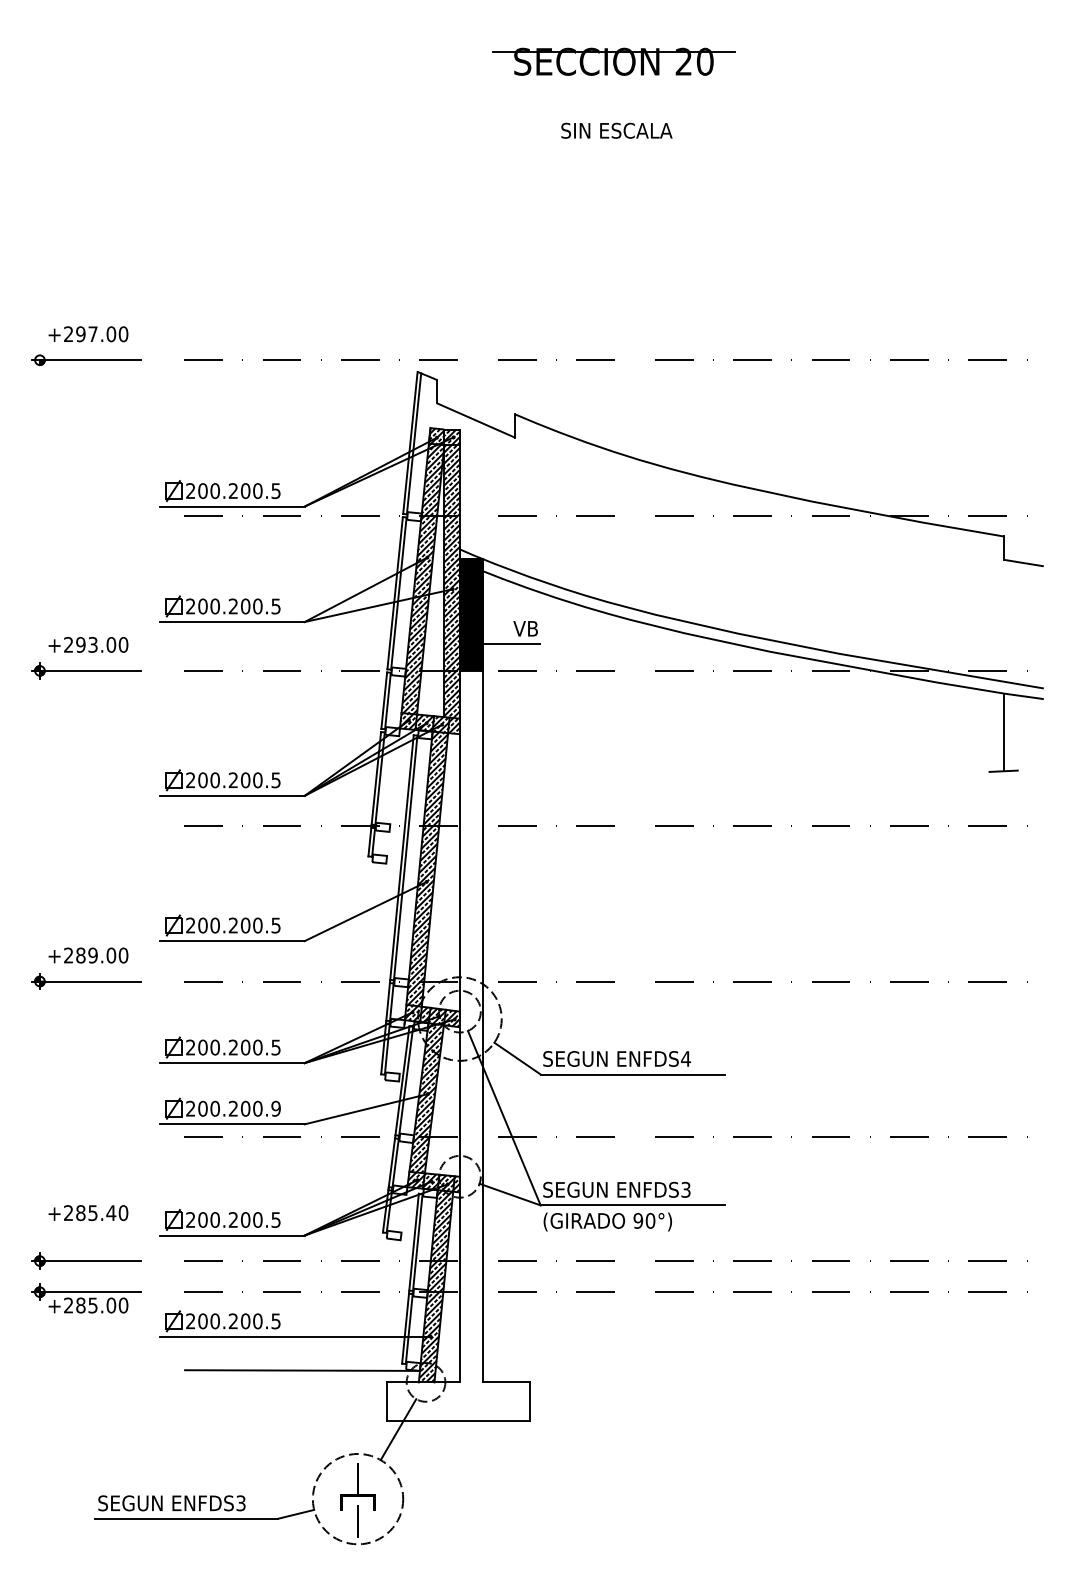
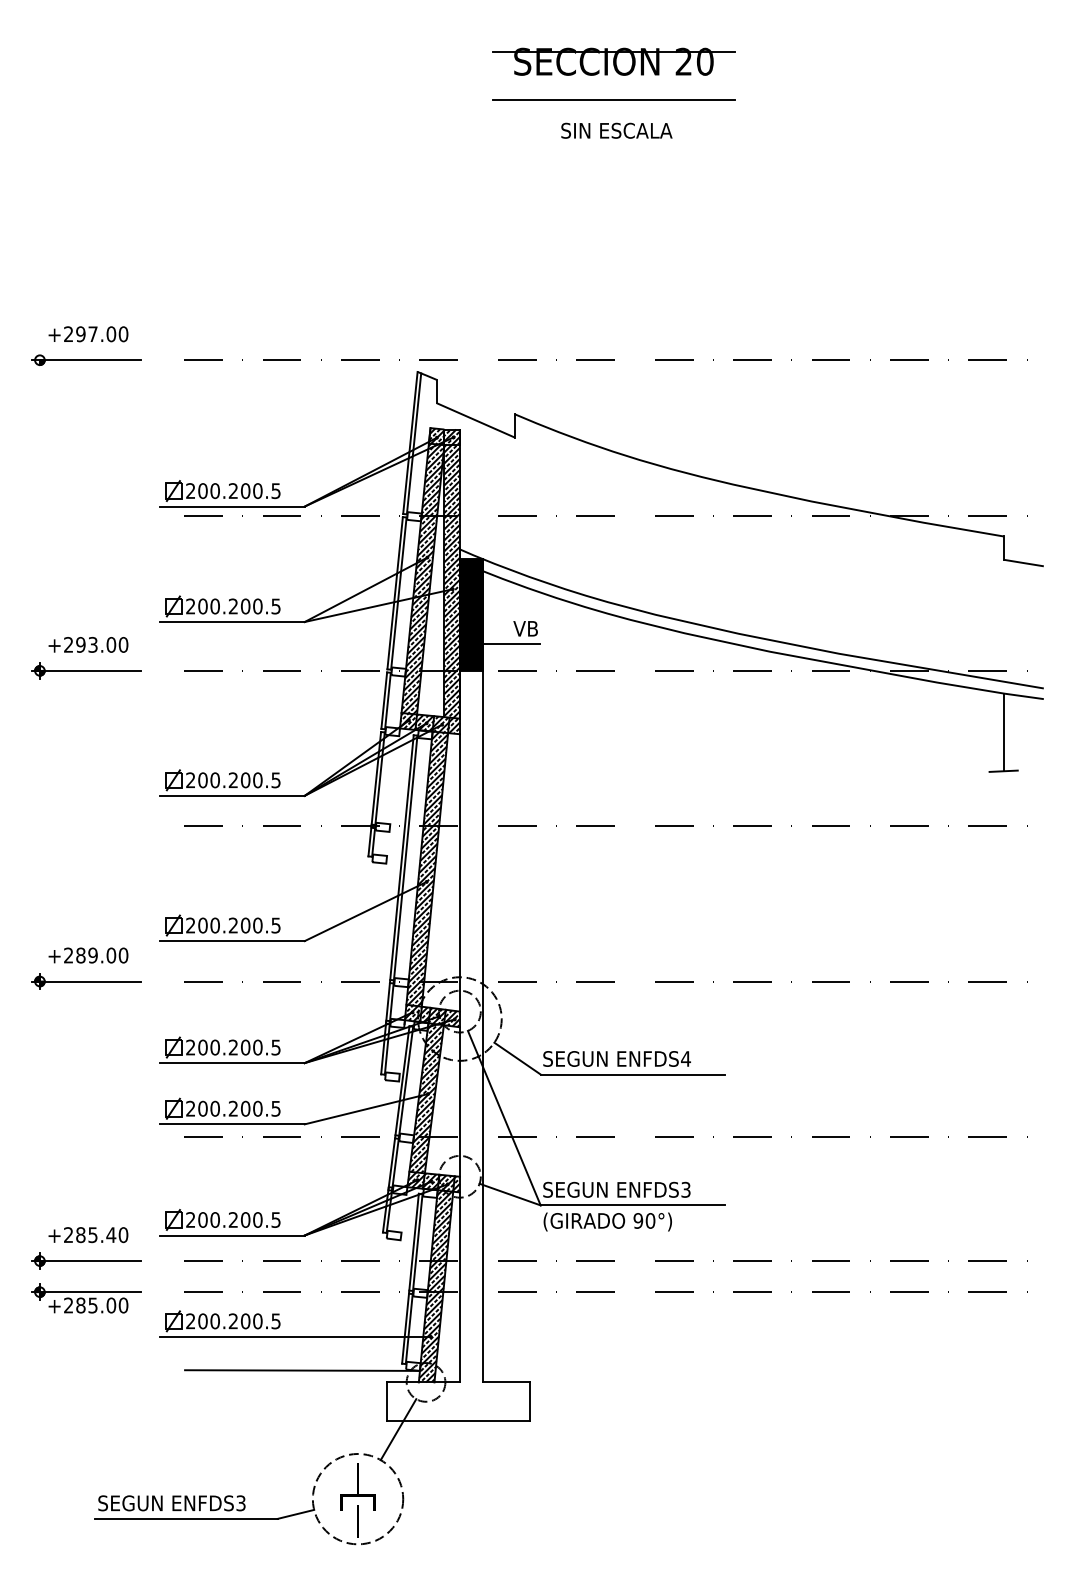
line at (613, 100): none -> present
text at (275, 1108): 200.200.9 -> 200.200.5
text at (88, 1213) position: (88, 1213) -> (88, 1235)
